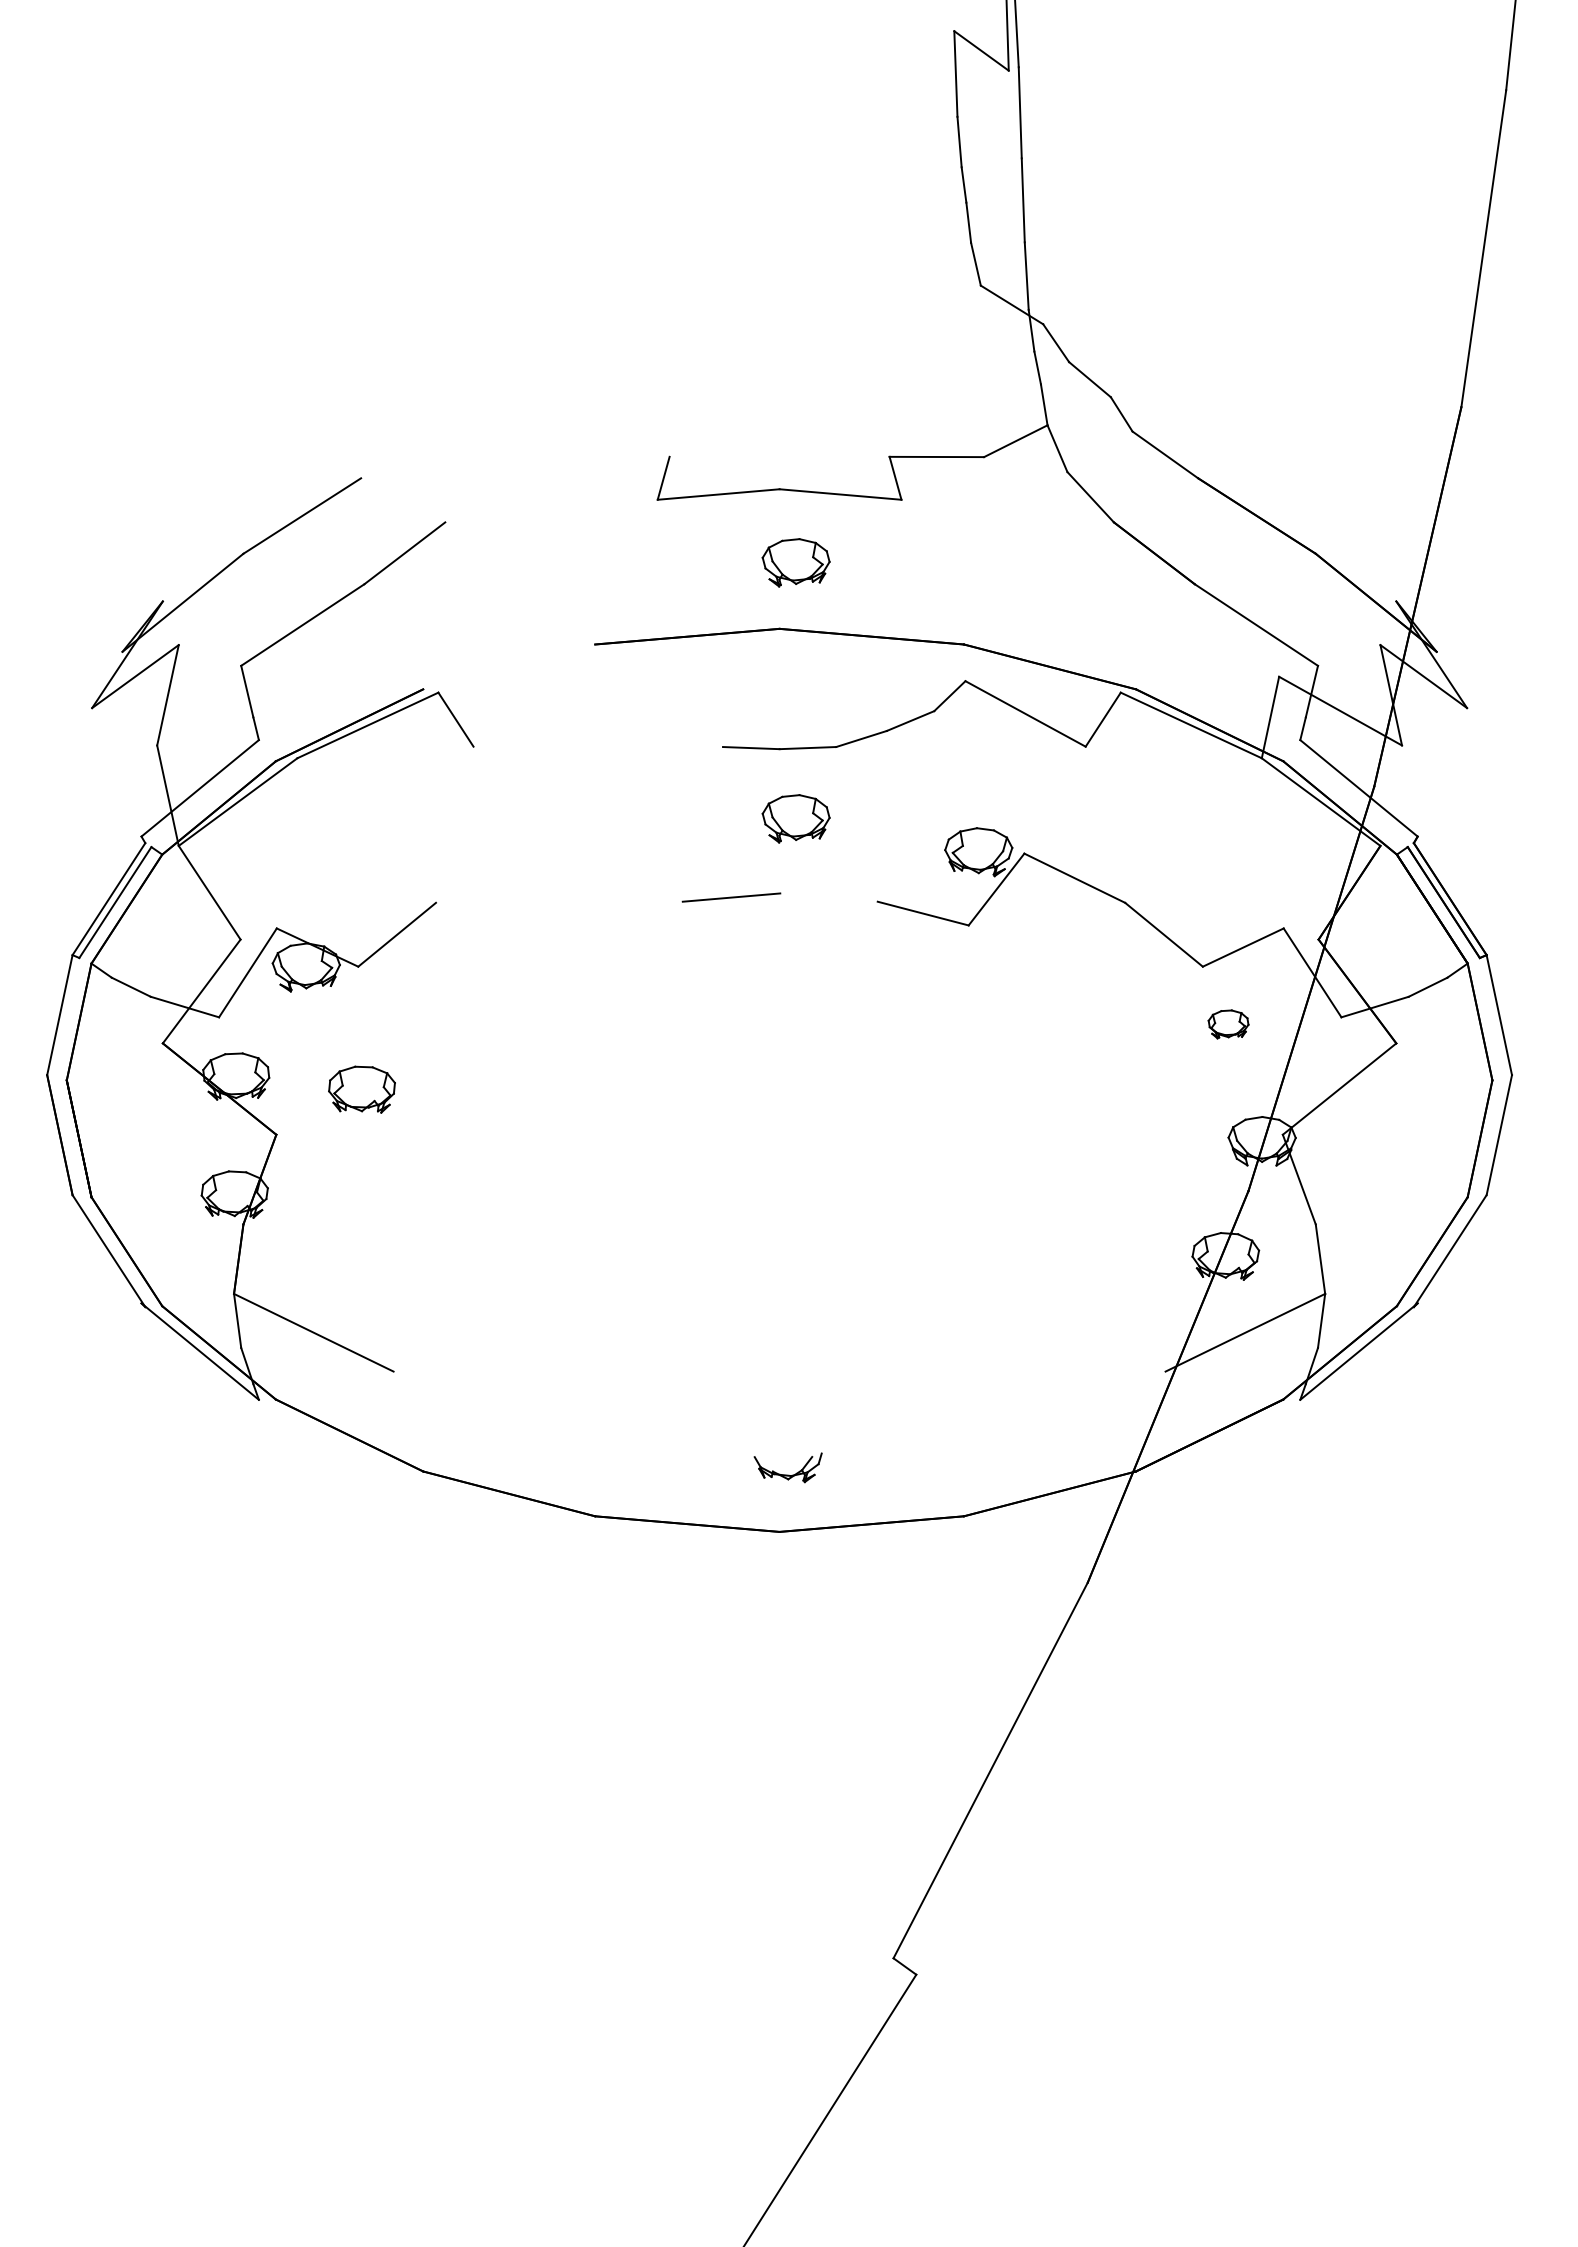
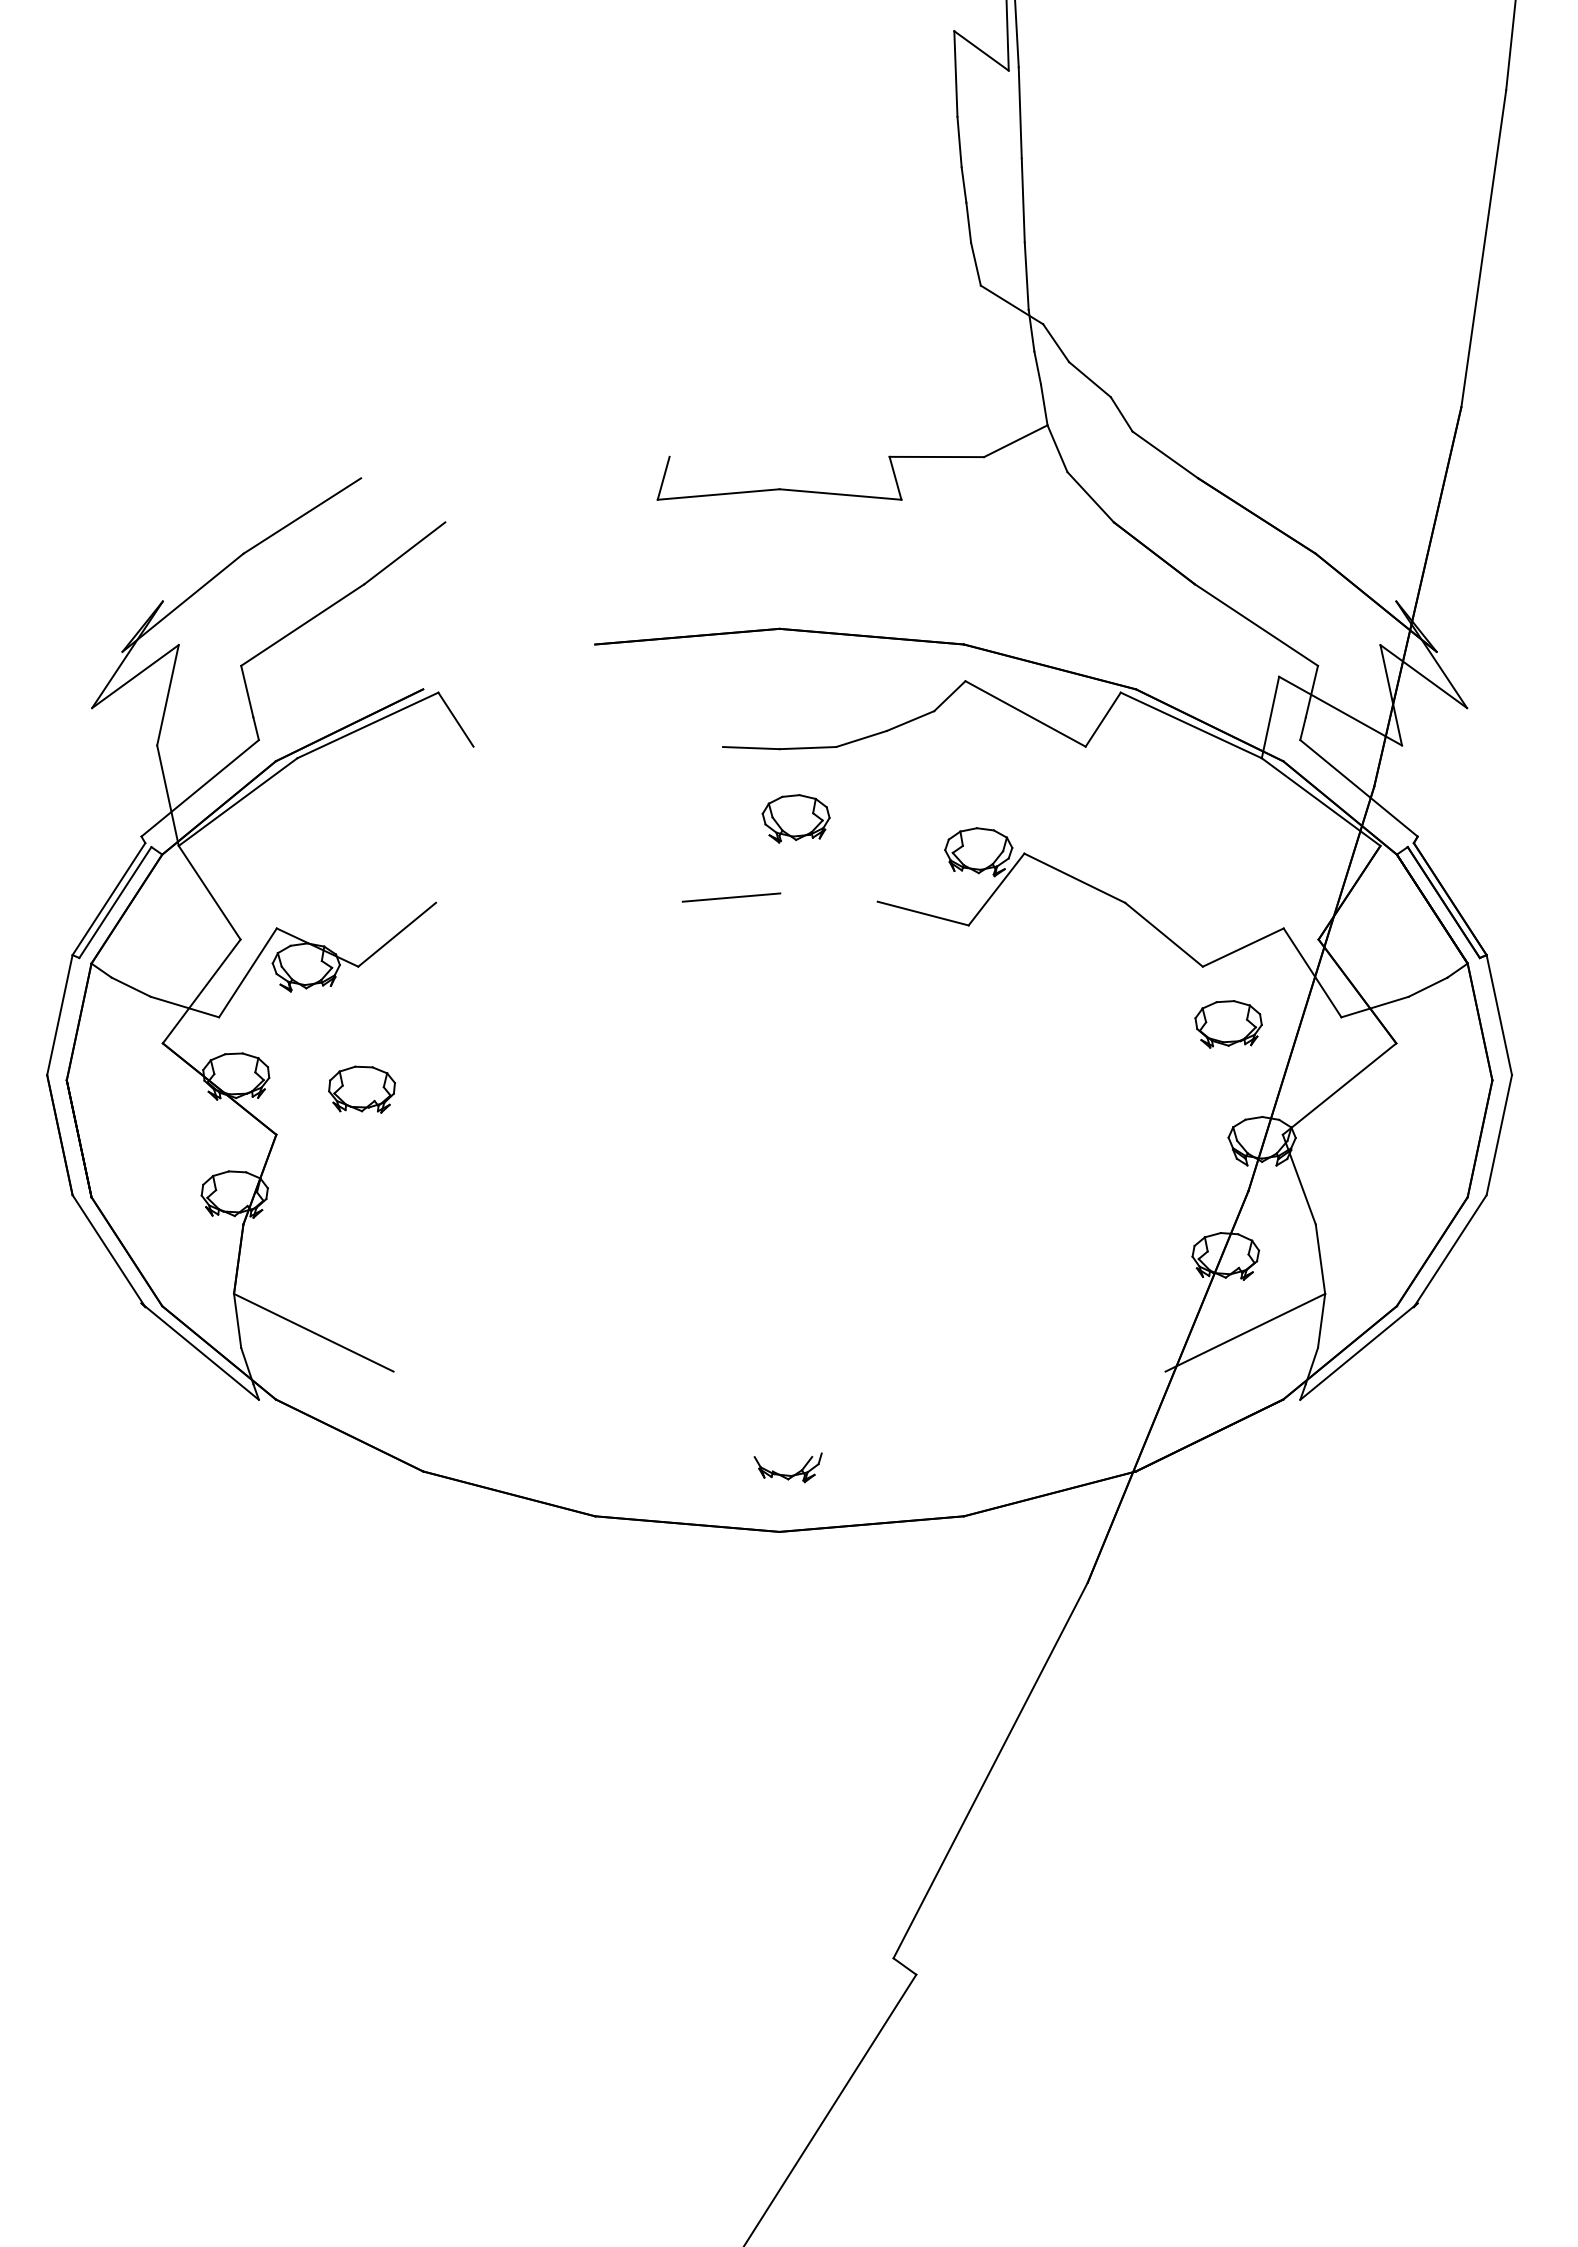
part at (795, 562): present -> none
part at (1228, 1024) size: 43x31 px -> 69x49 px
